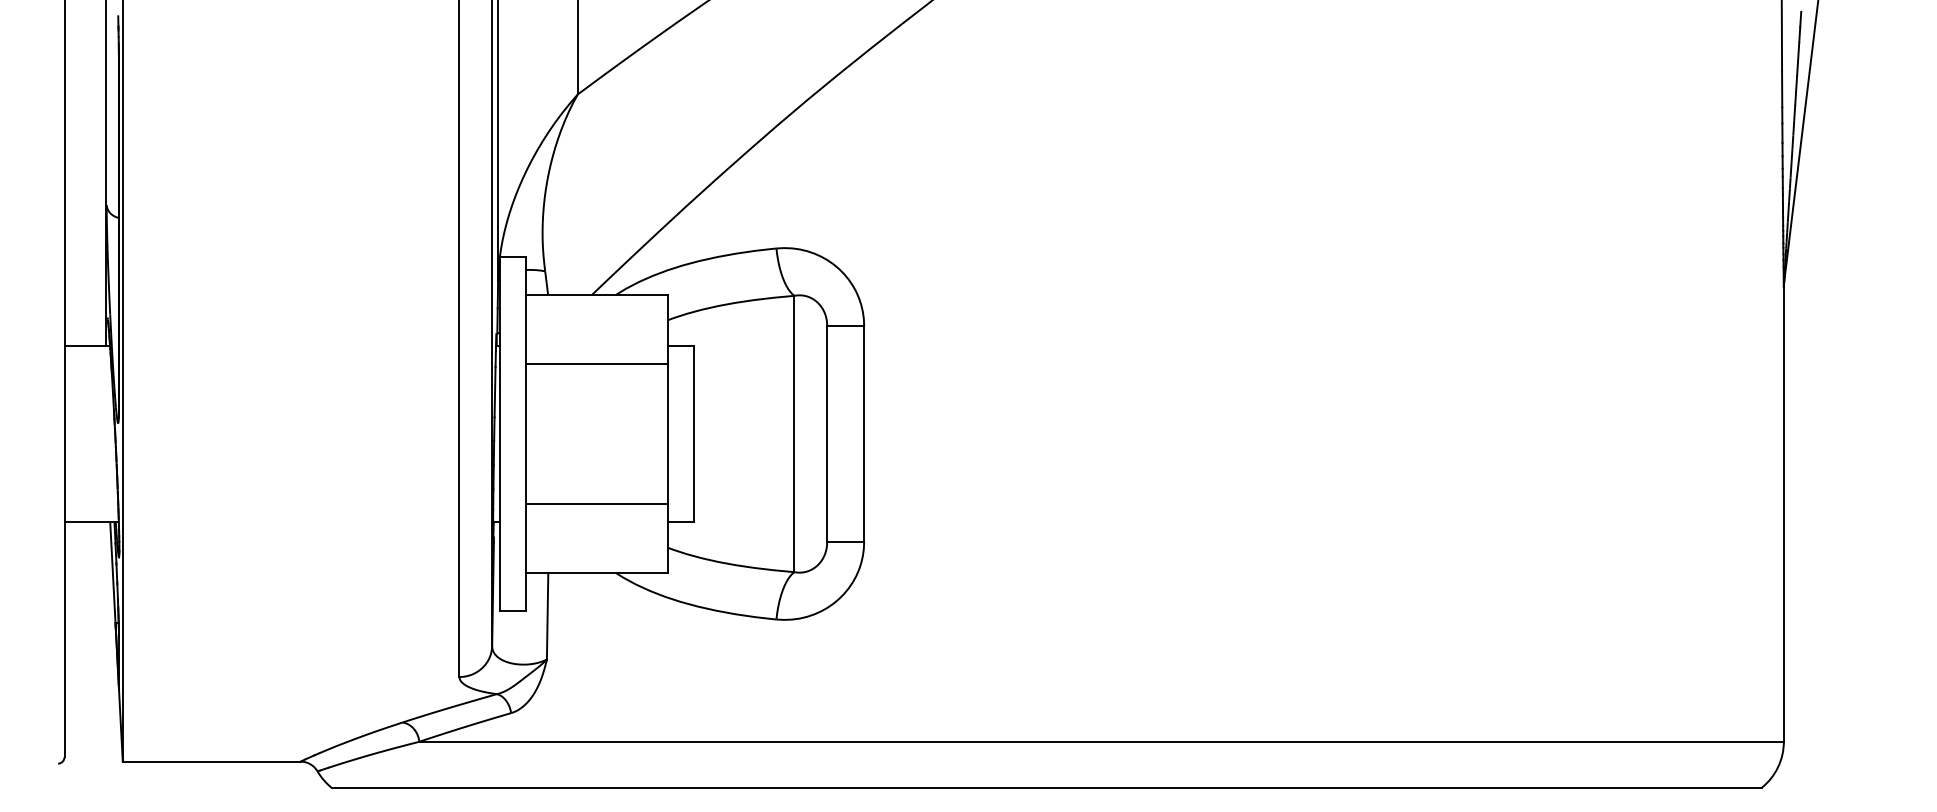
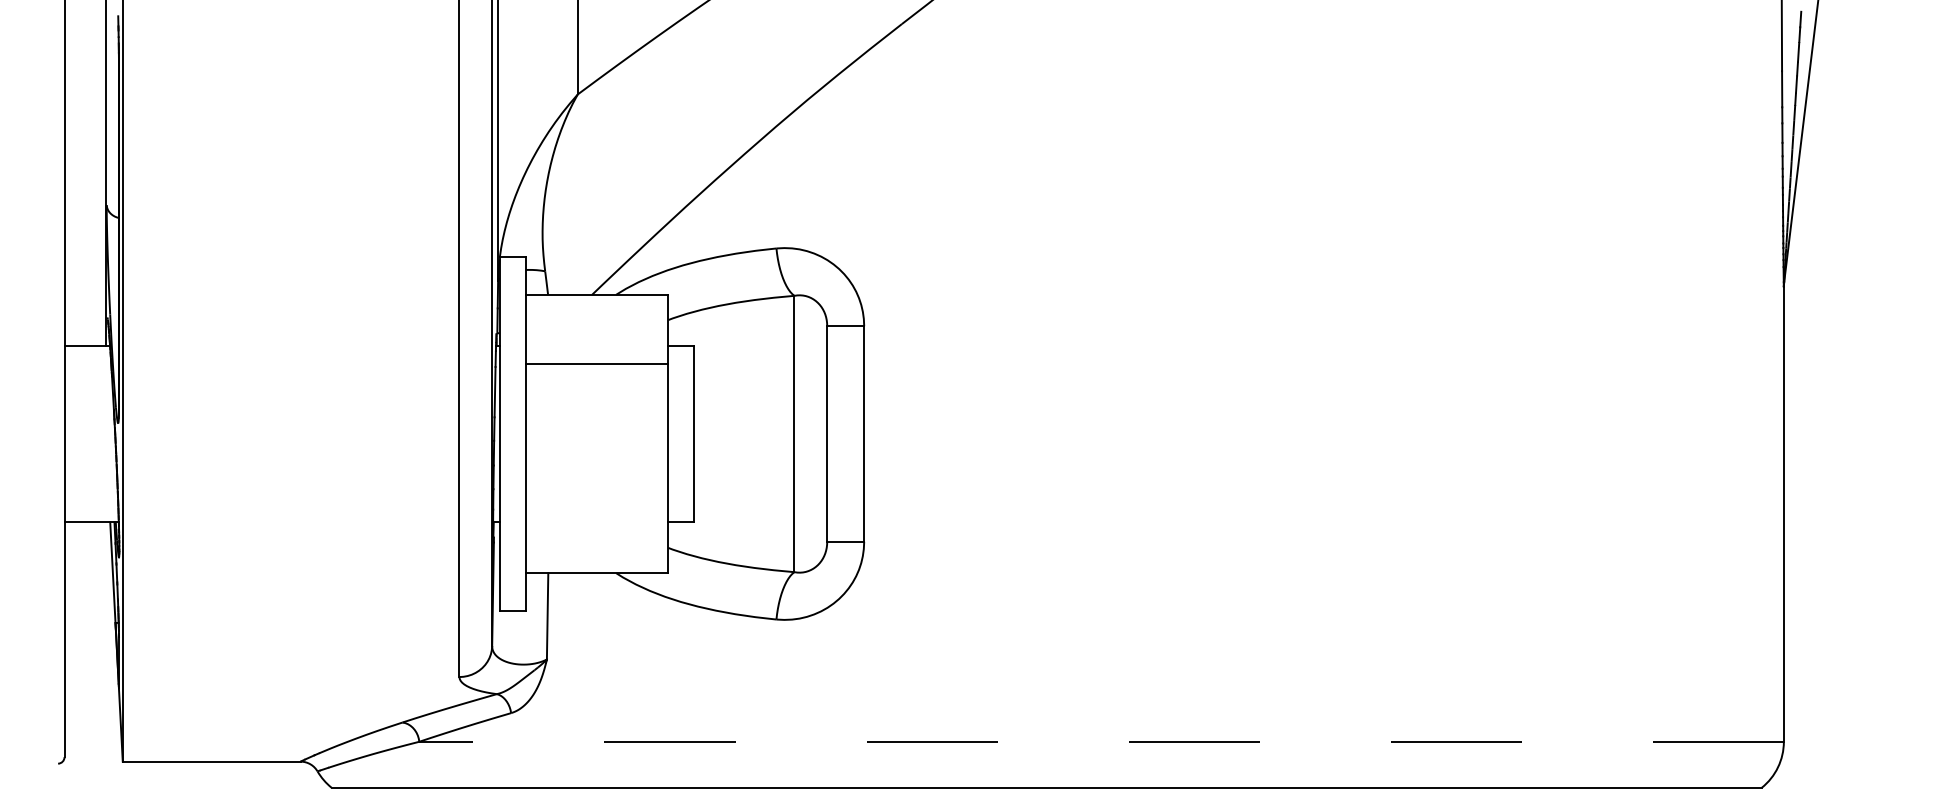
line at (596, 503): present -> none
line at (1101, 741): solid -> dashed
